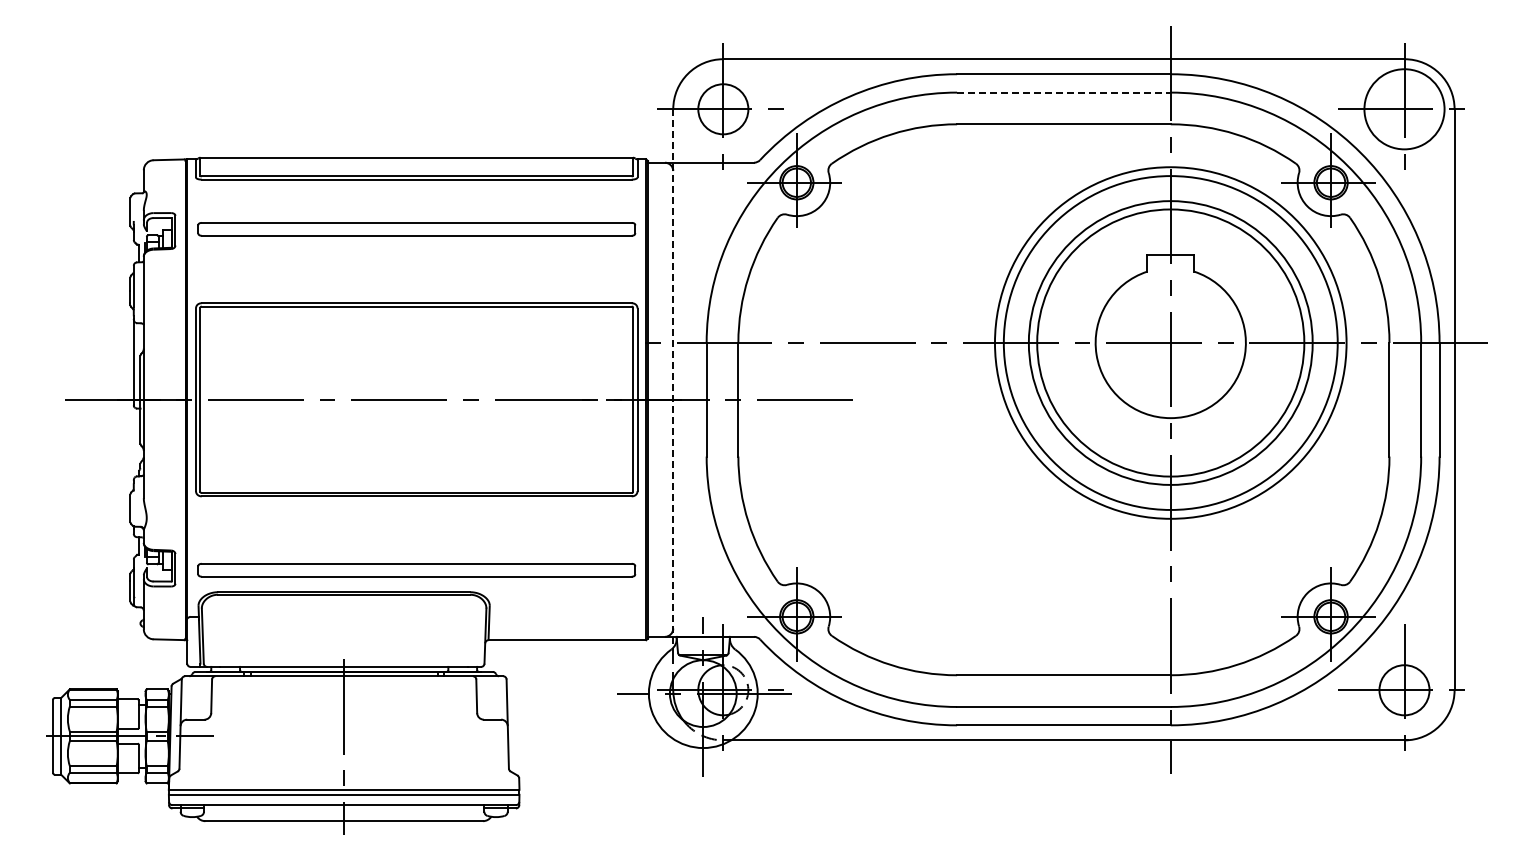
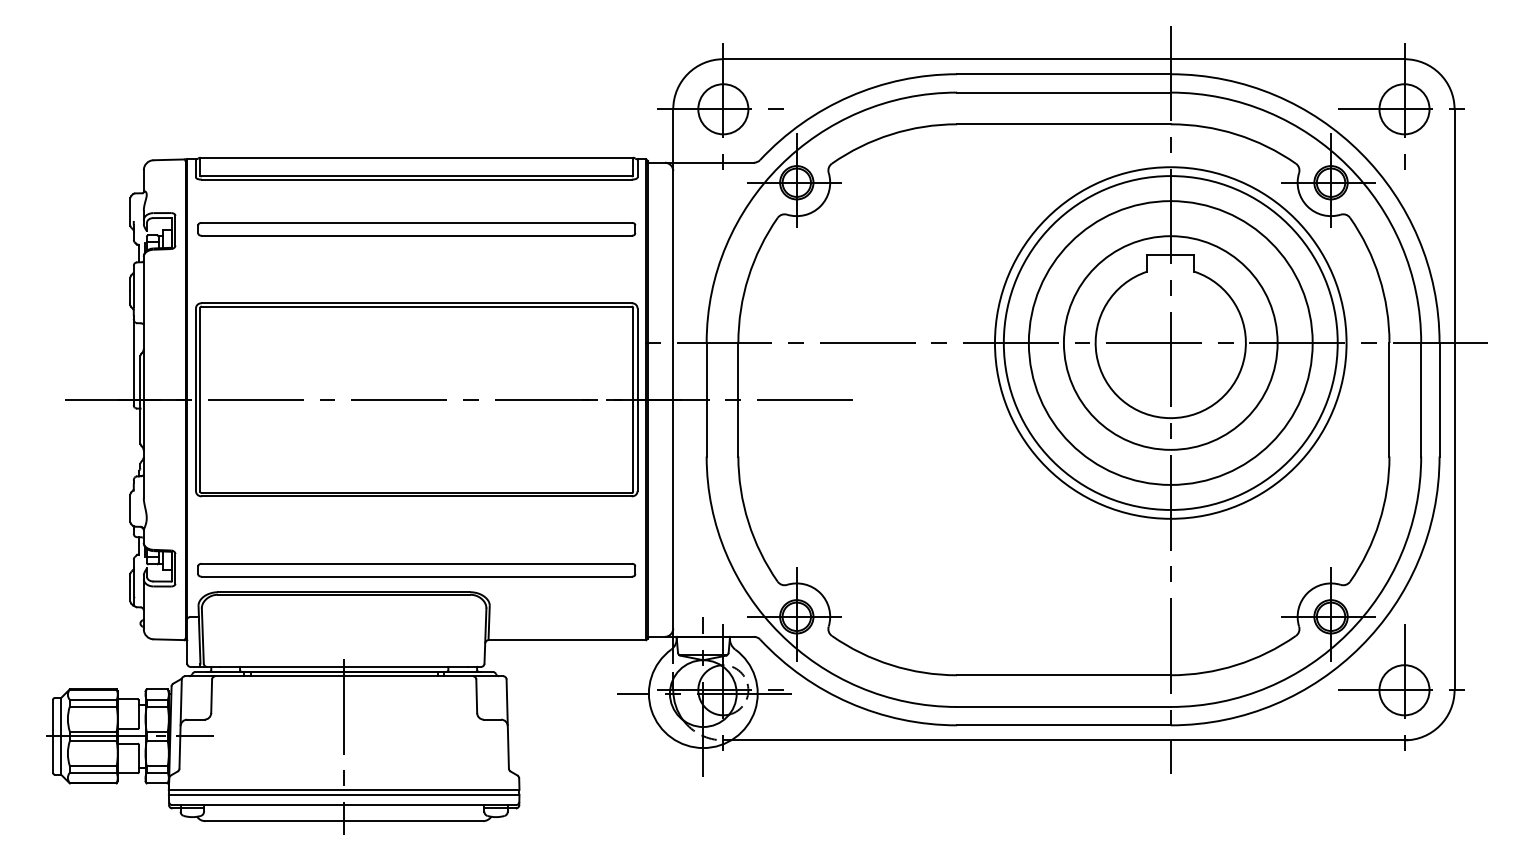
line at (1063, 92): dashed -> solid
circle at (1404, 109) diameter: 80 px -> 50 px
circle at (1170, 342) diameter: 267 px -> 214 px
line at (673, 379): dashed -> solid
